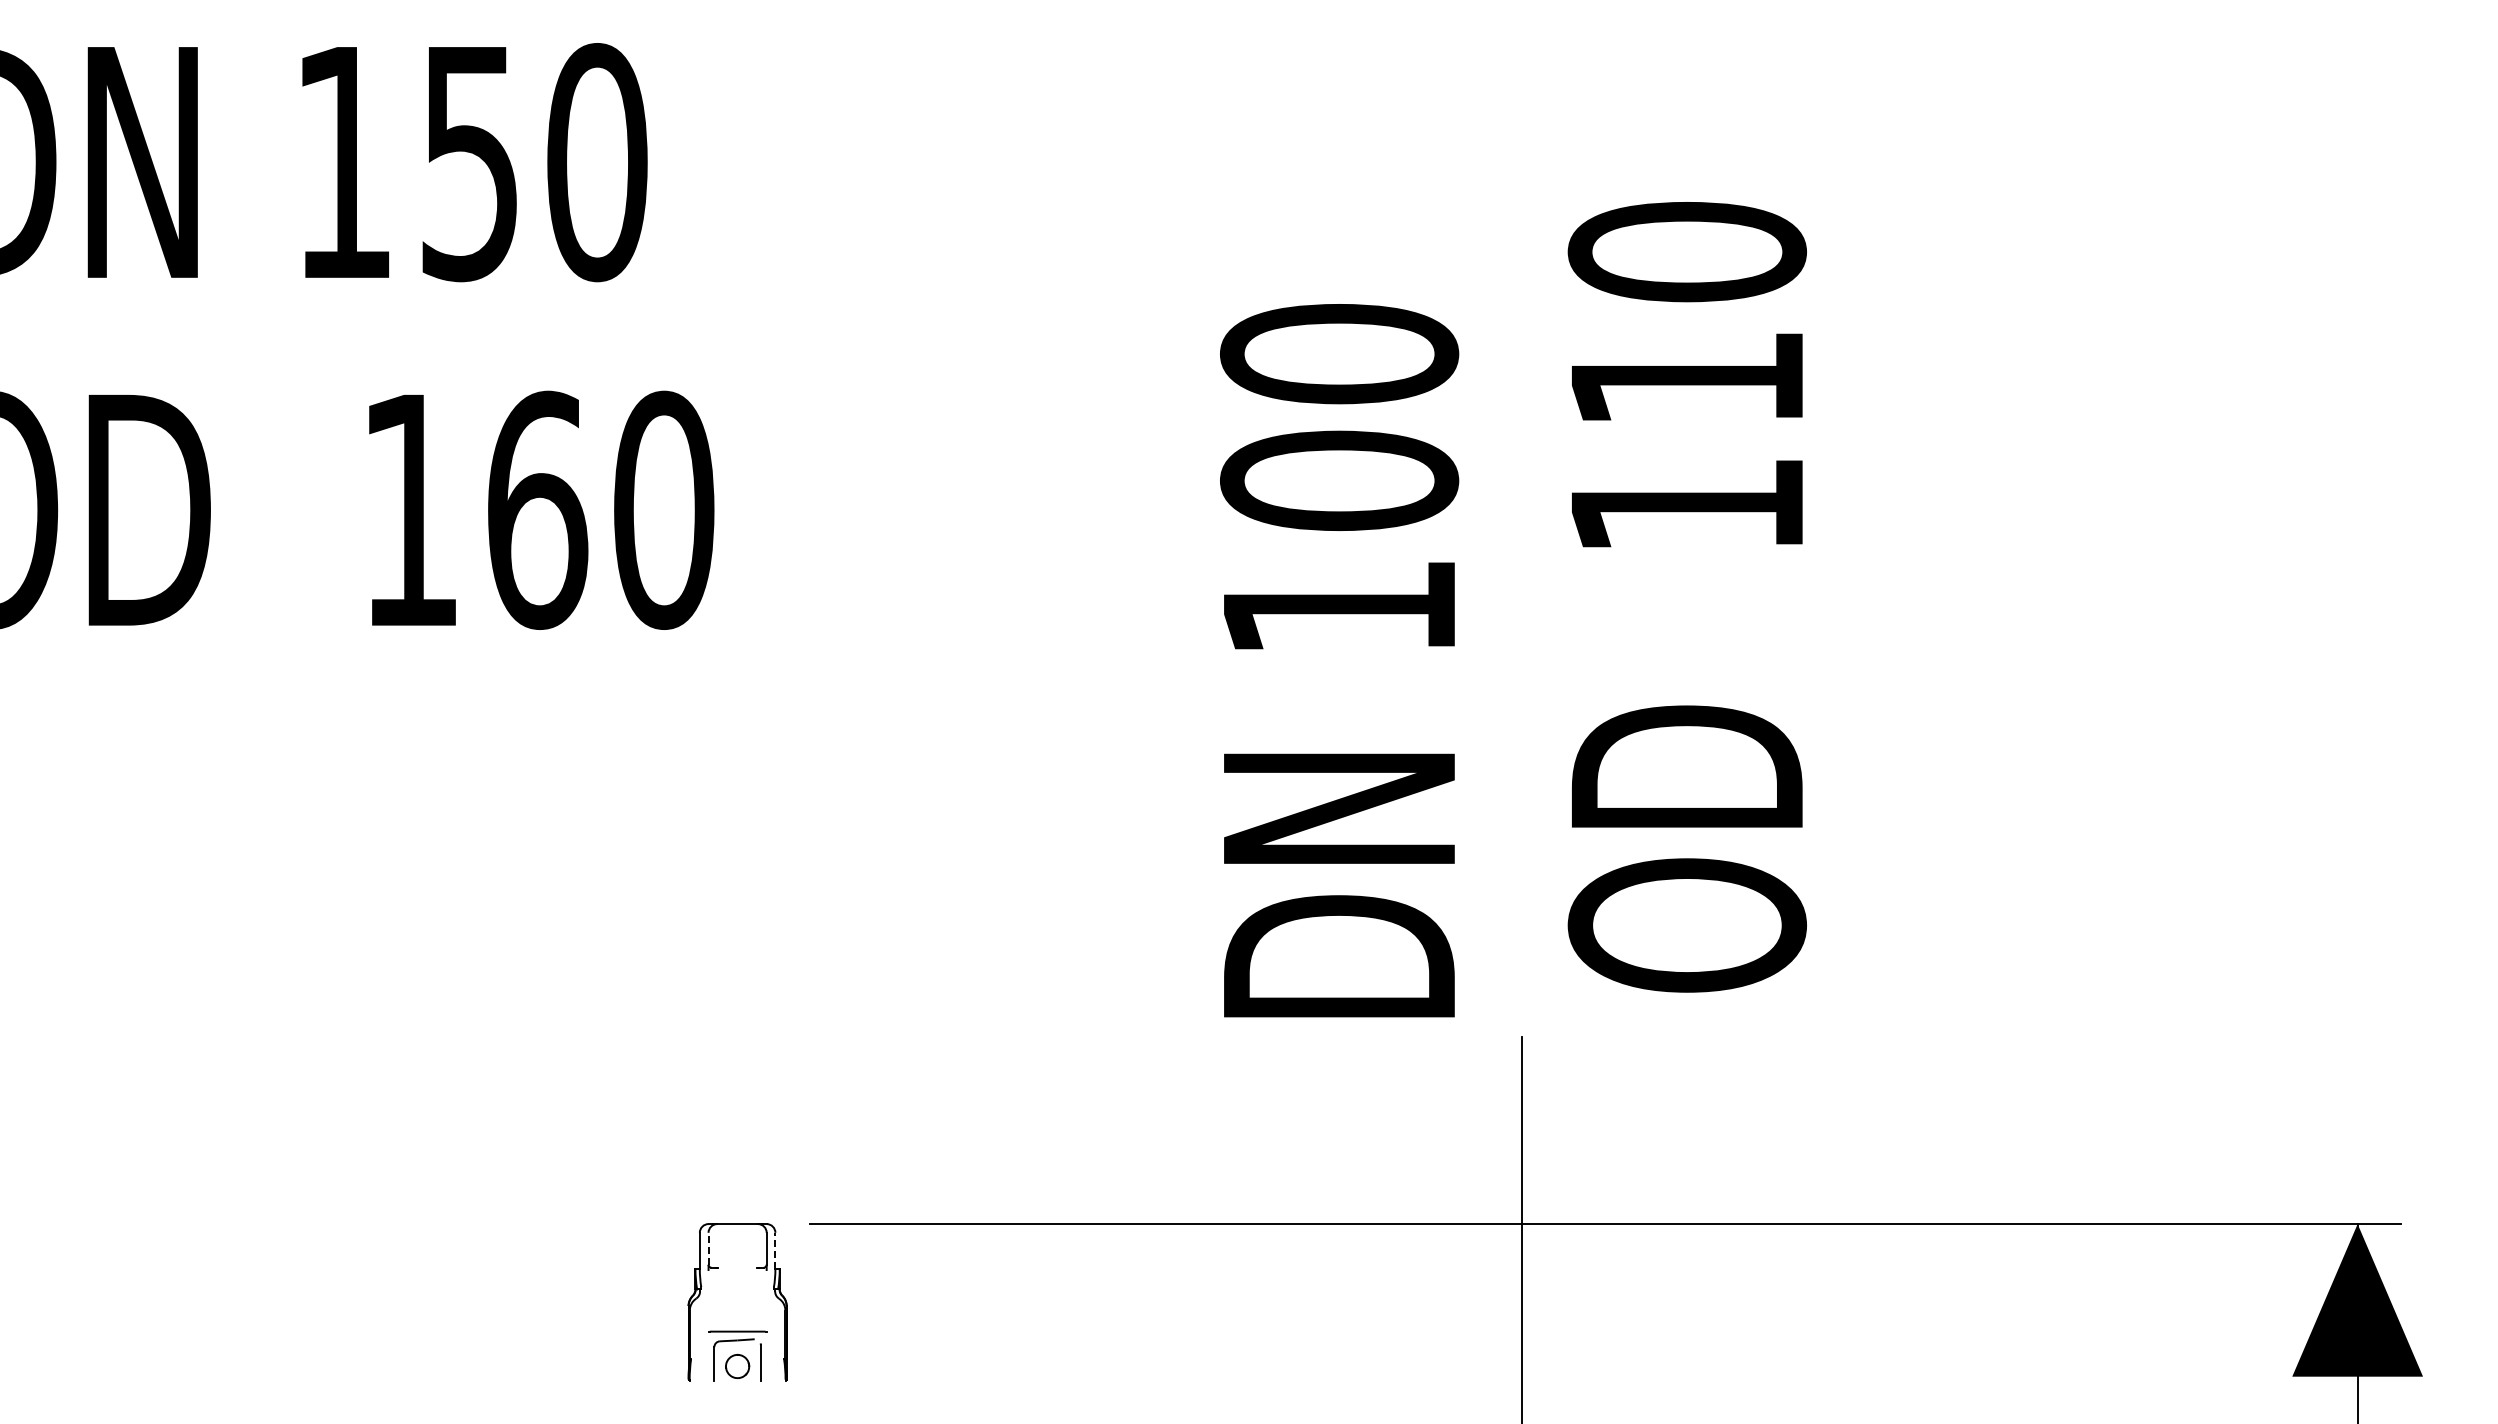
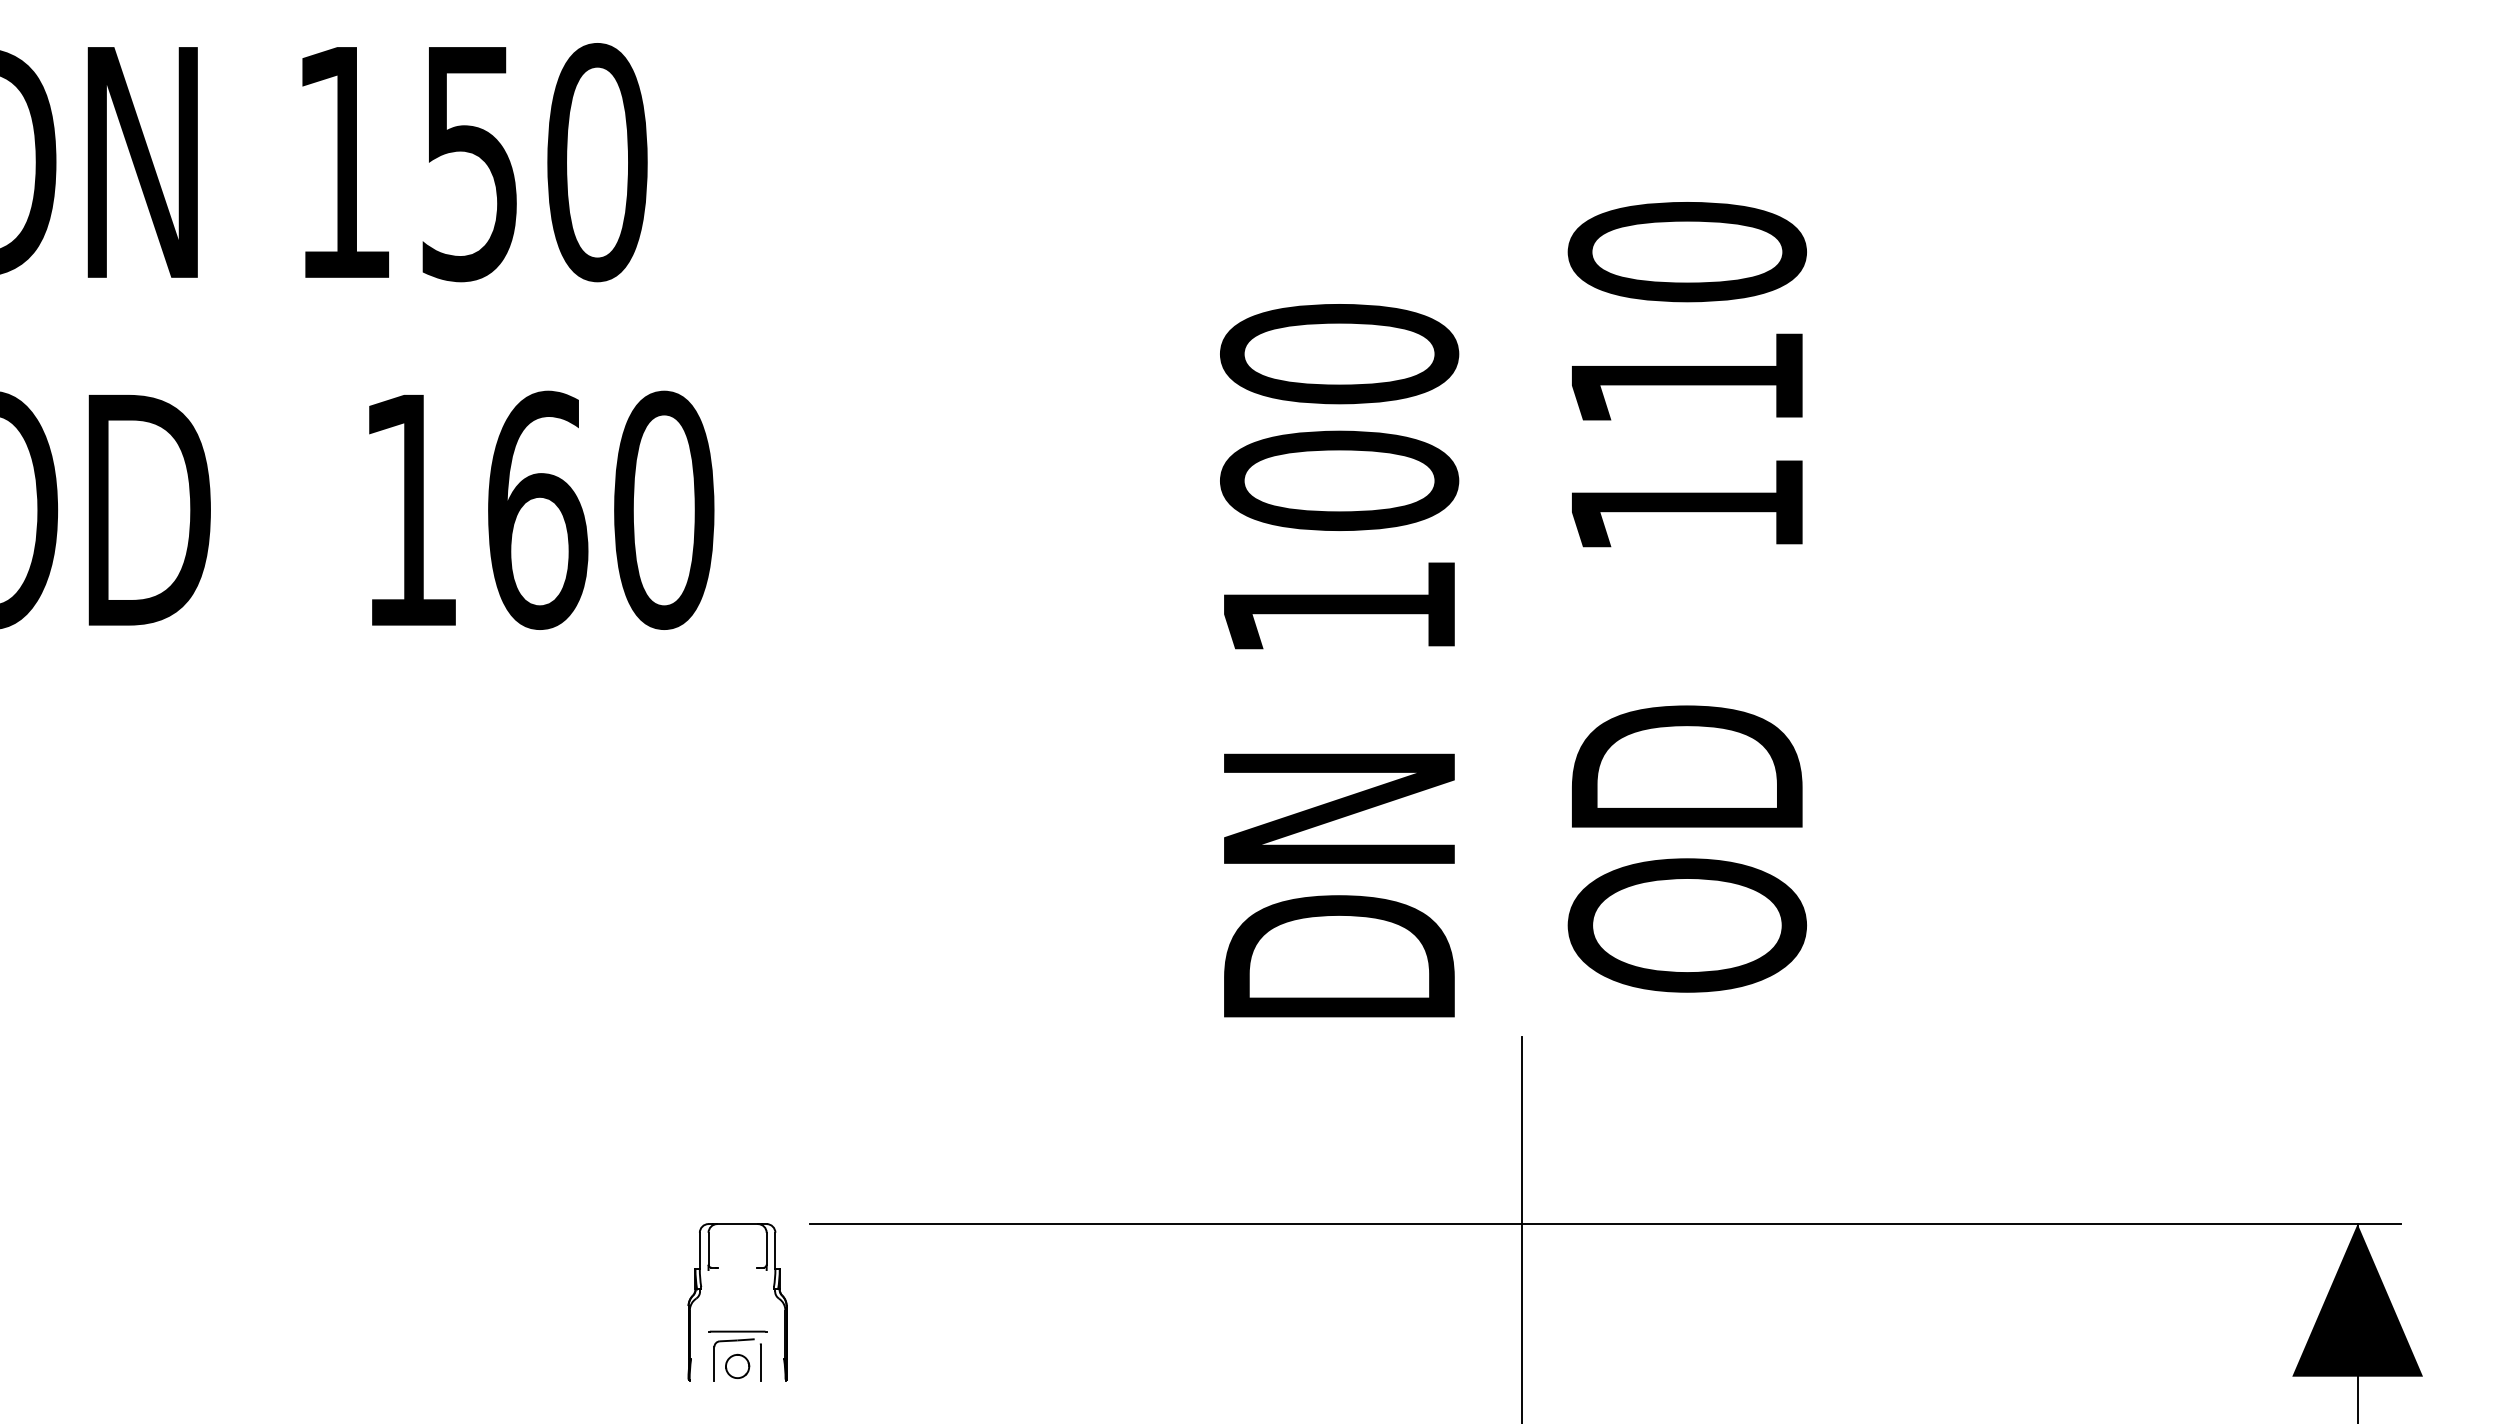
line at (708, 1248): dashed -> solid
line at (775, 1250): dashed -> solid
